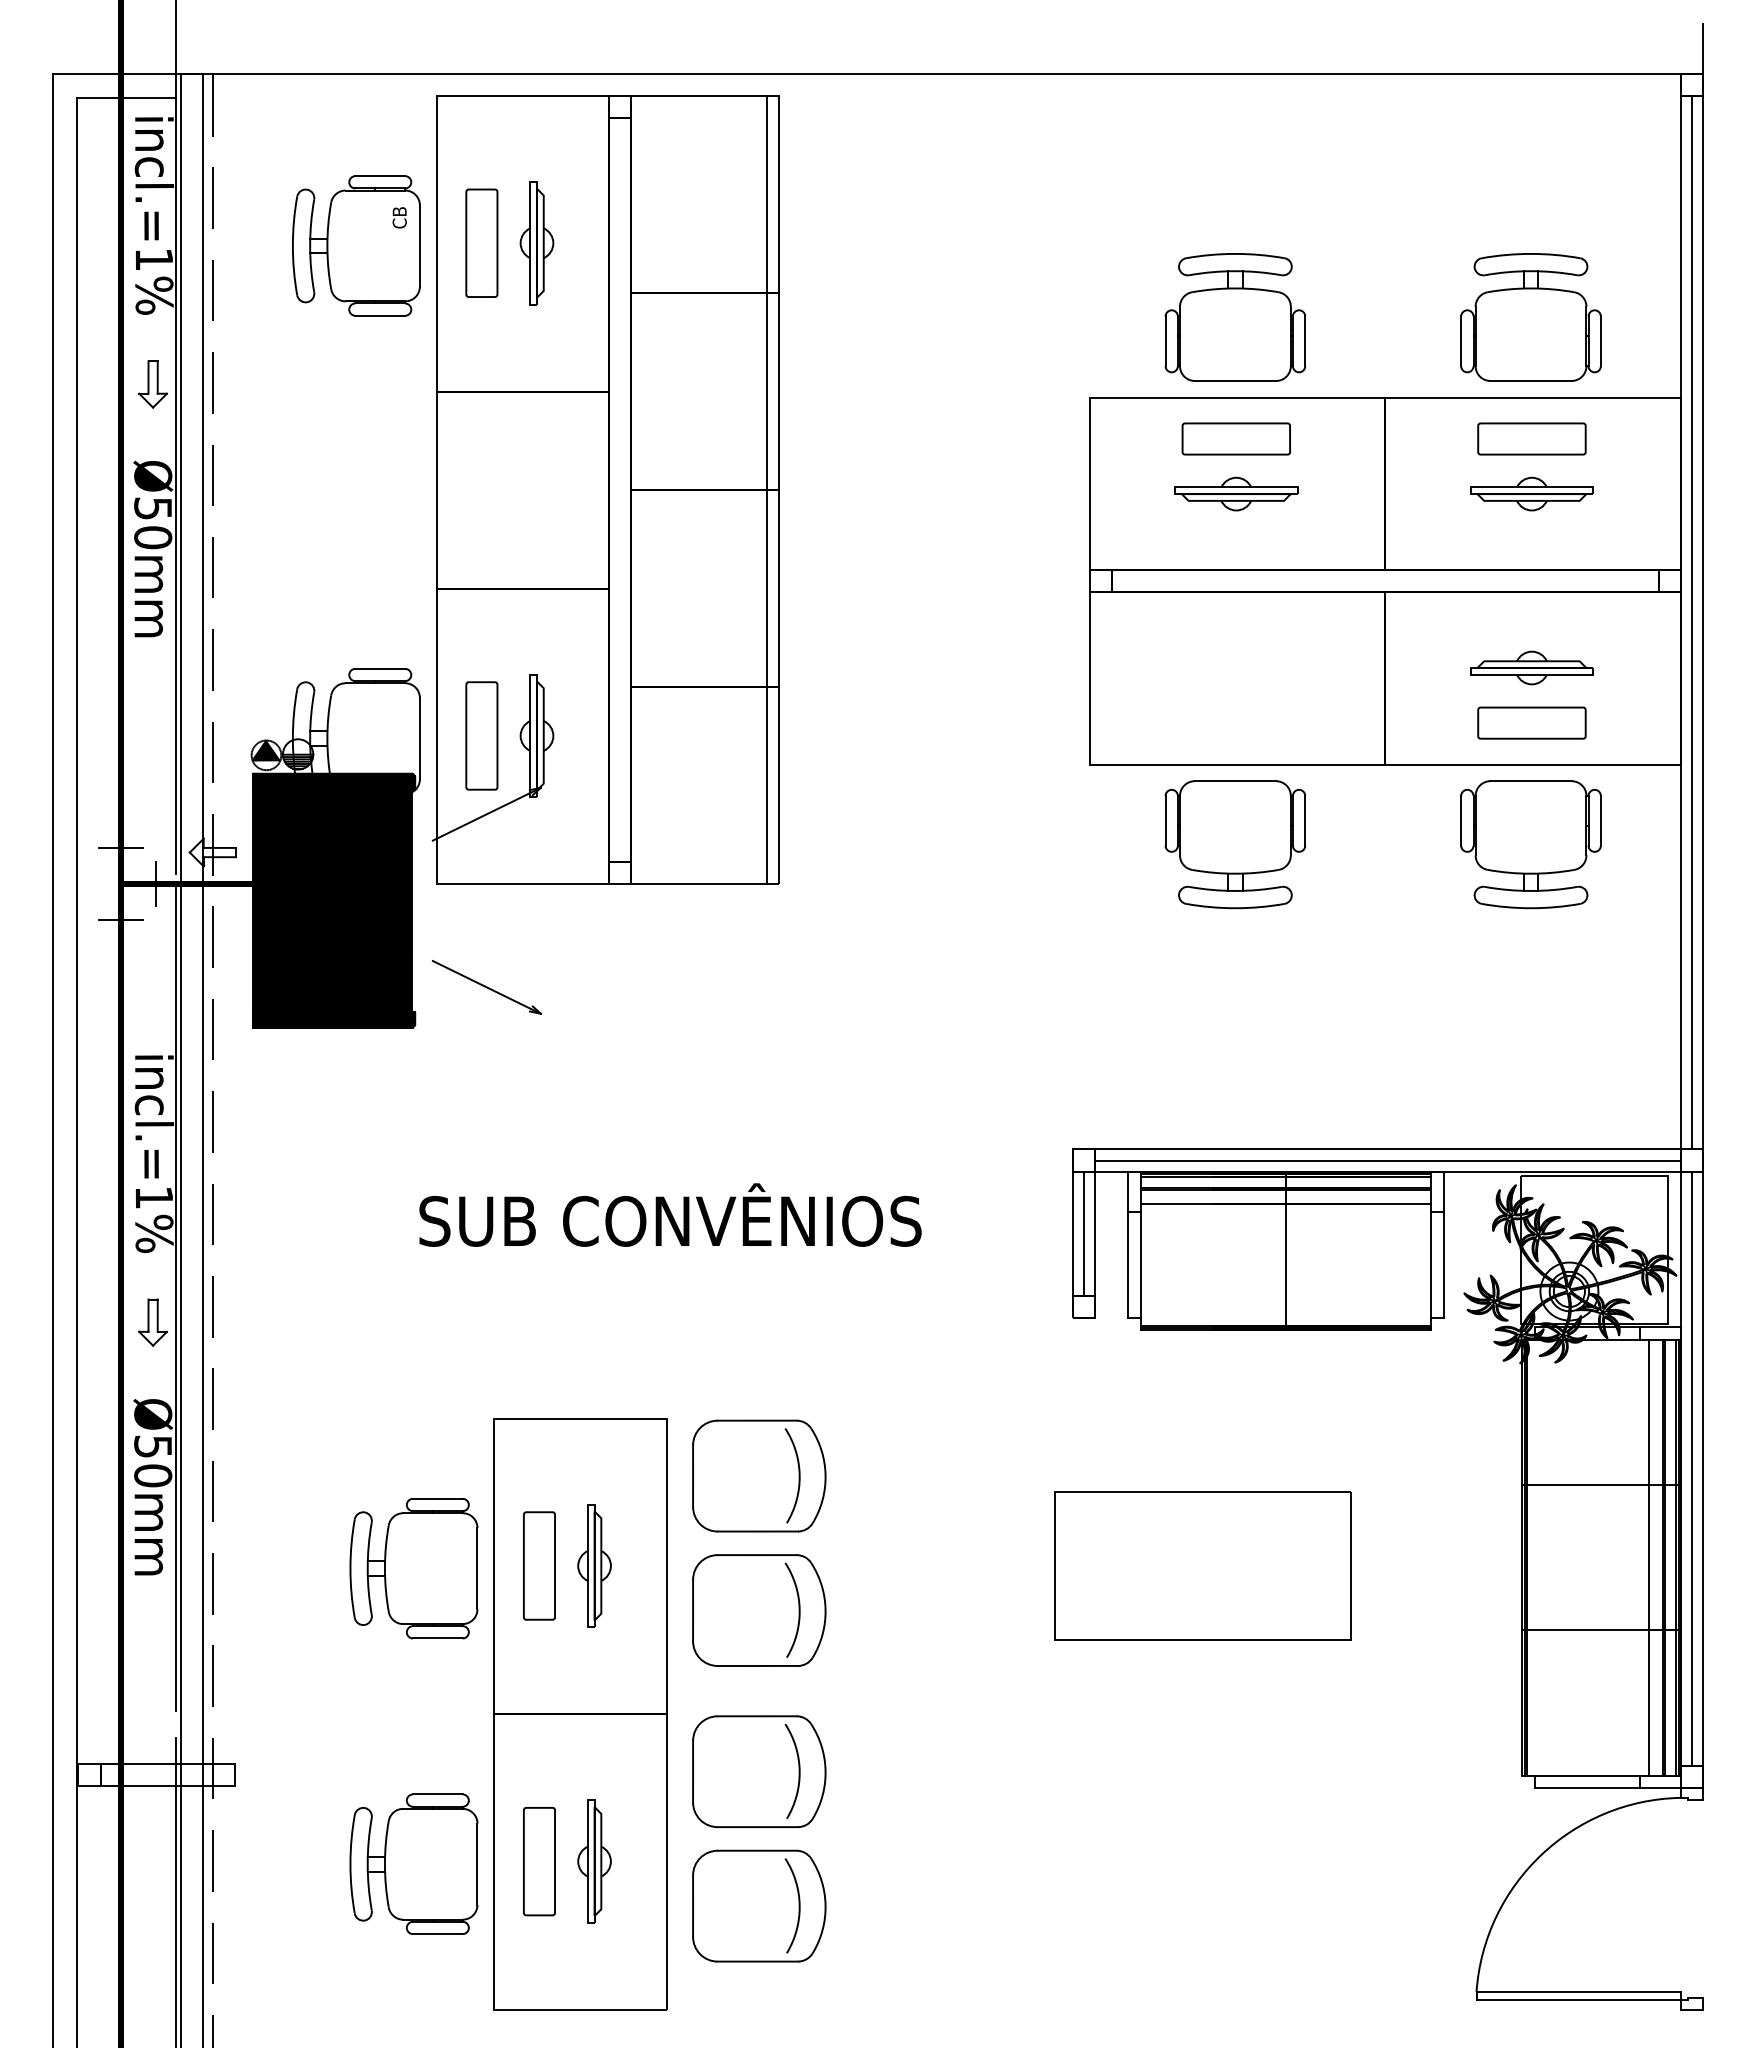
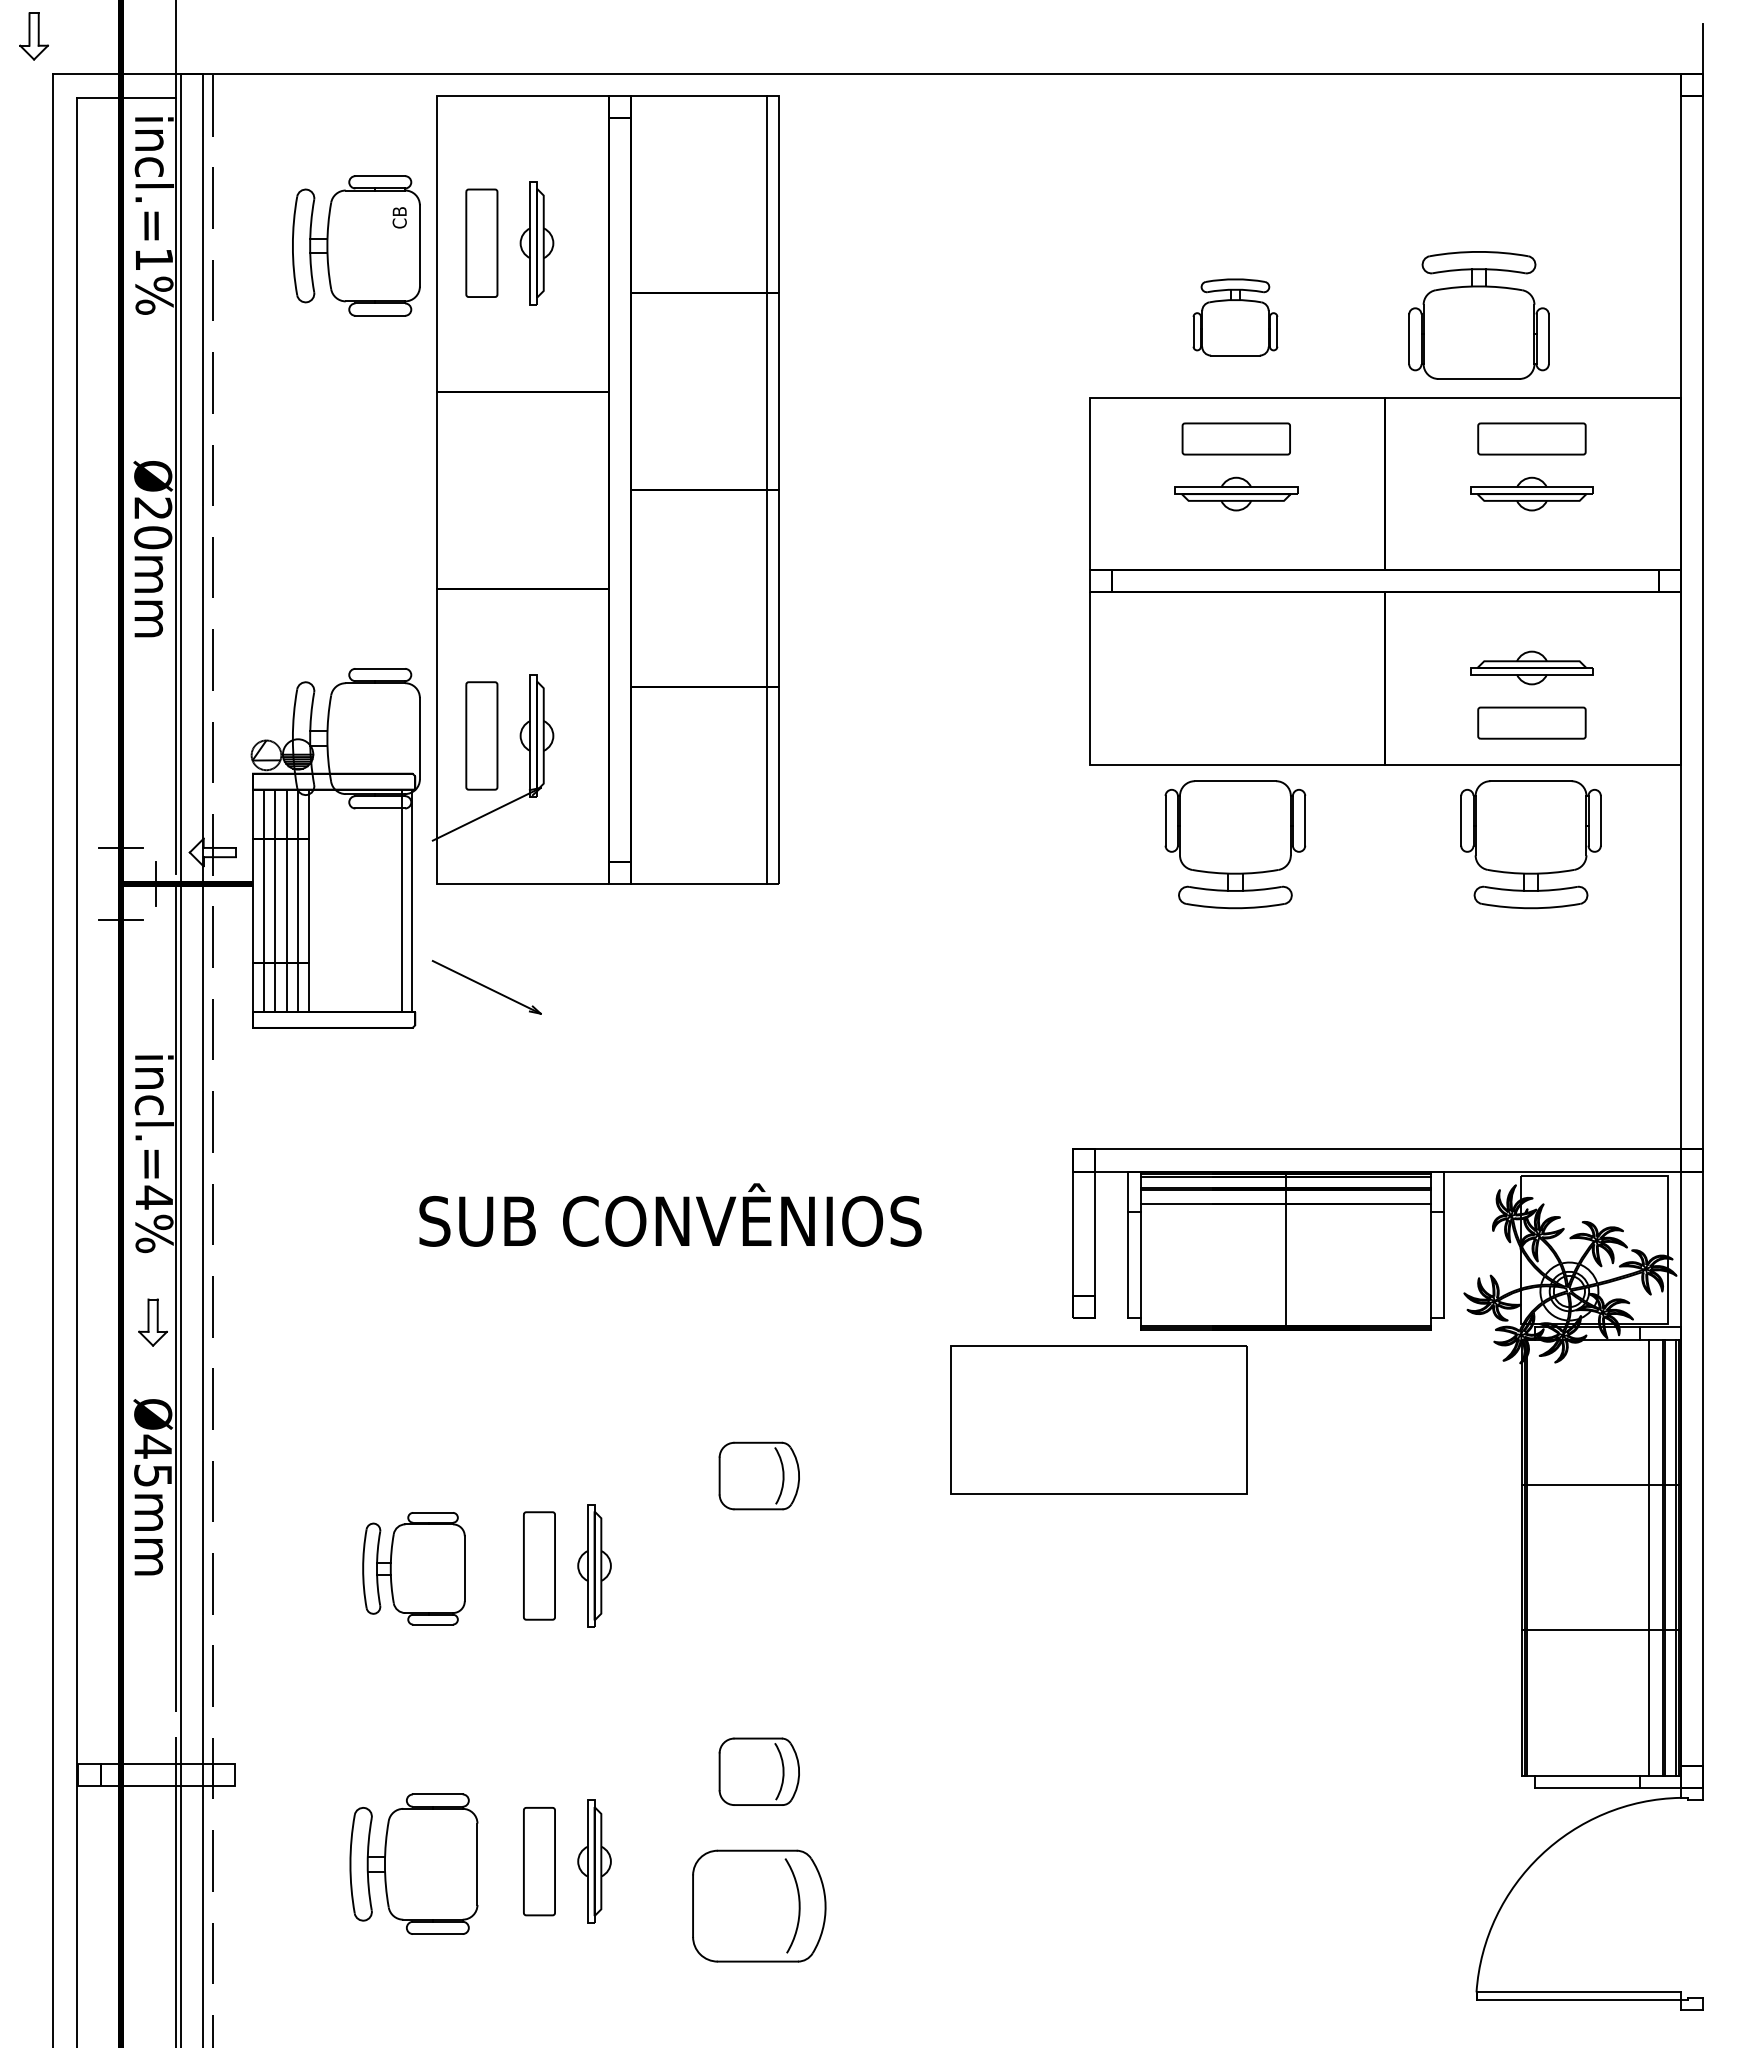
part at (1235, 317) size: 143x129 px -> 87x79 px
part at (1530, 317) position: (1530, 317) -> (1478, 315)
part at (152, 384) position: (152, 384) -> (33, 36)
text at (153, 508): Ø50mm -> Ø20mm
line at (1692, 622): present -> none
fill at (266, 750): present -> none
fill at (334, 900): present -> none
line at (1387, 1160): present -> none
text at (153, 1197): incl.=1%%% -> incl.=4%%%
line at (1083, 1233): present -> none
text at (153, 1460): Ø50mm -> Ø45mm
line at (1692, 1468): present -> none
part at (759, 1475) size: 135x114 px -> 82x70 px
part at (1202, 1565) position: (1202, 1565) -> (1098, 1419)
part at (413, 1568) size: 130x142 px -> 104x114 px
part at (759, 1610): present -> none
part at (580, 1714): present -> none
part at (759, 1771) size: 135x114 px -> 82x69 px
